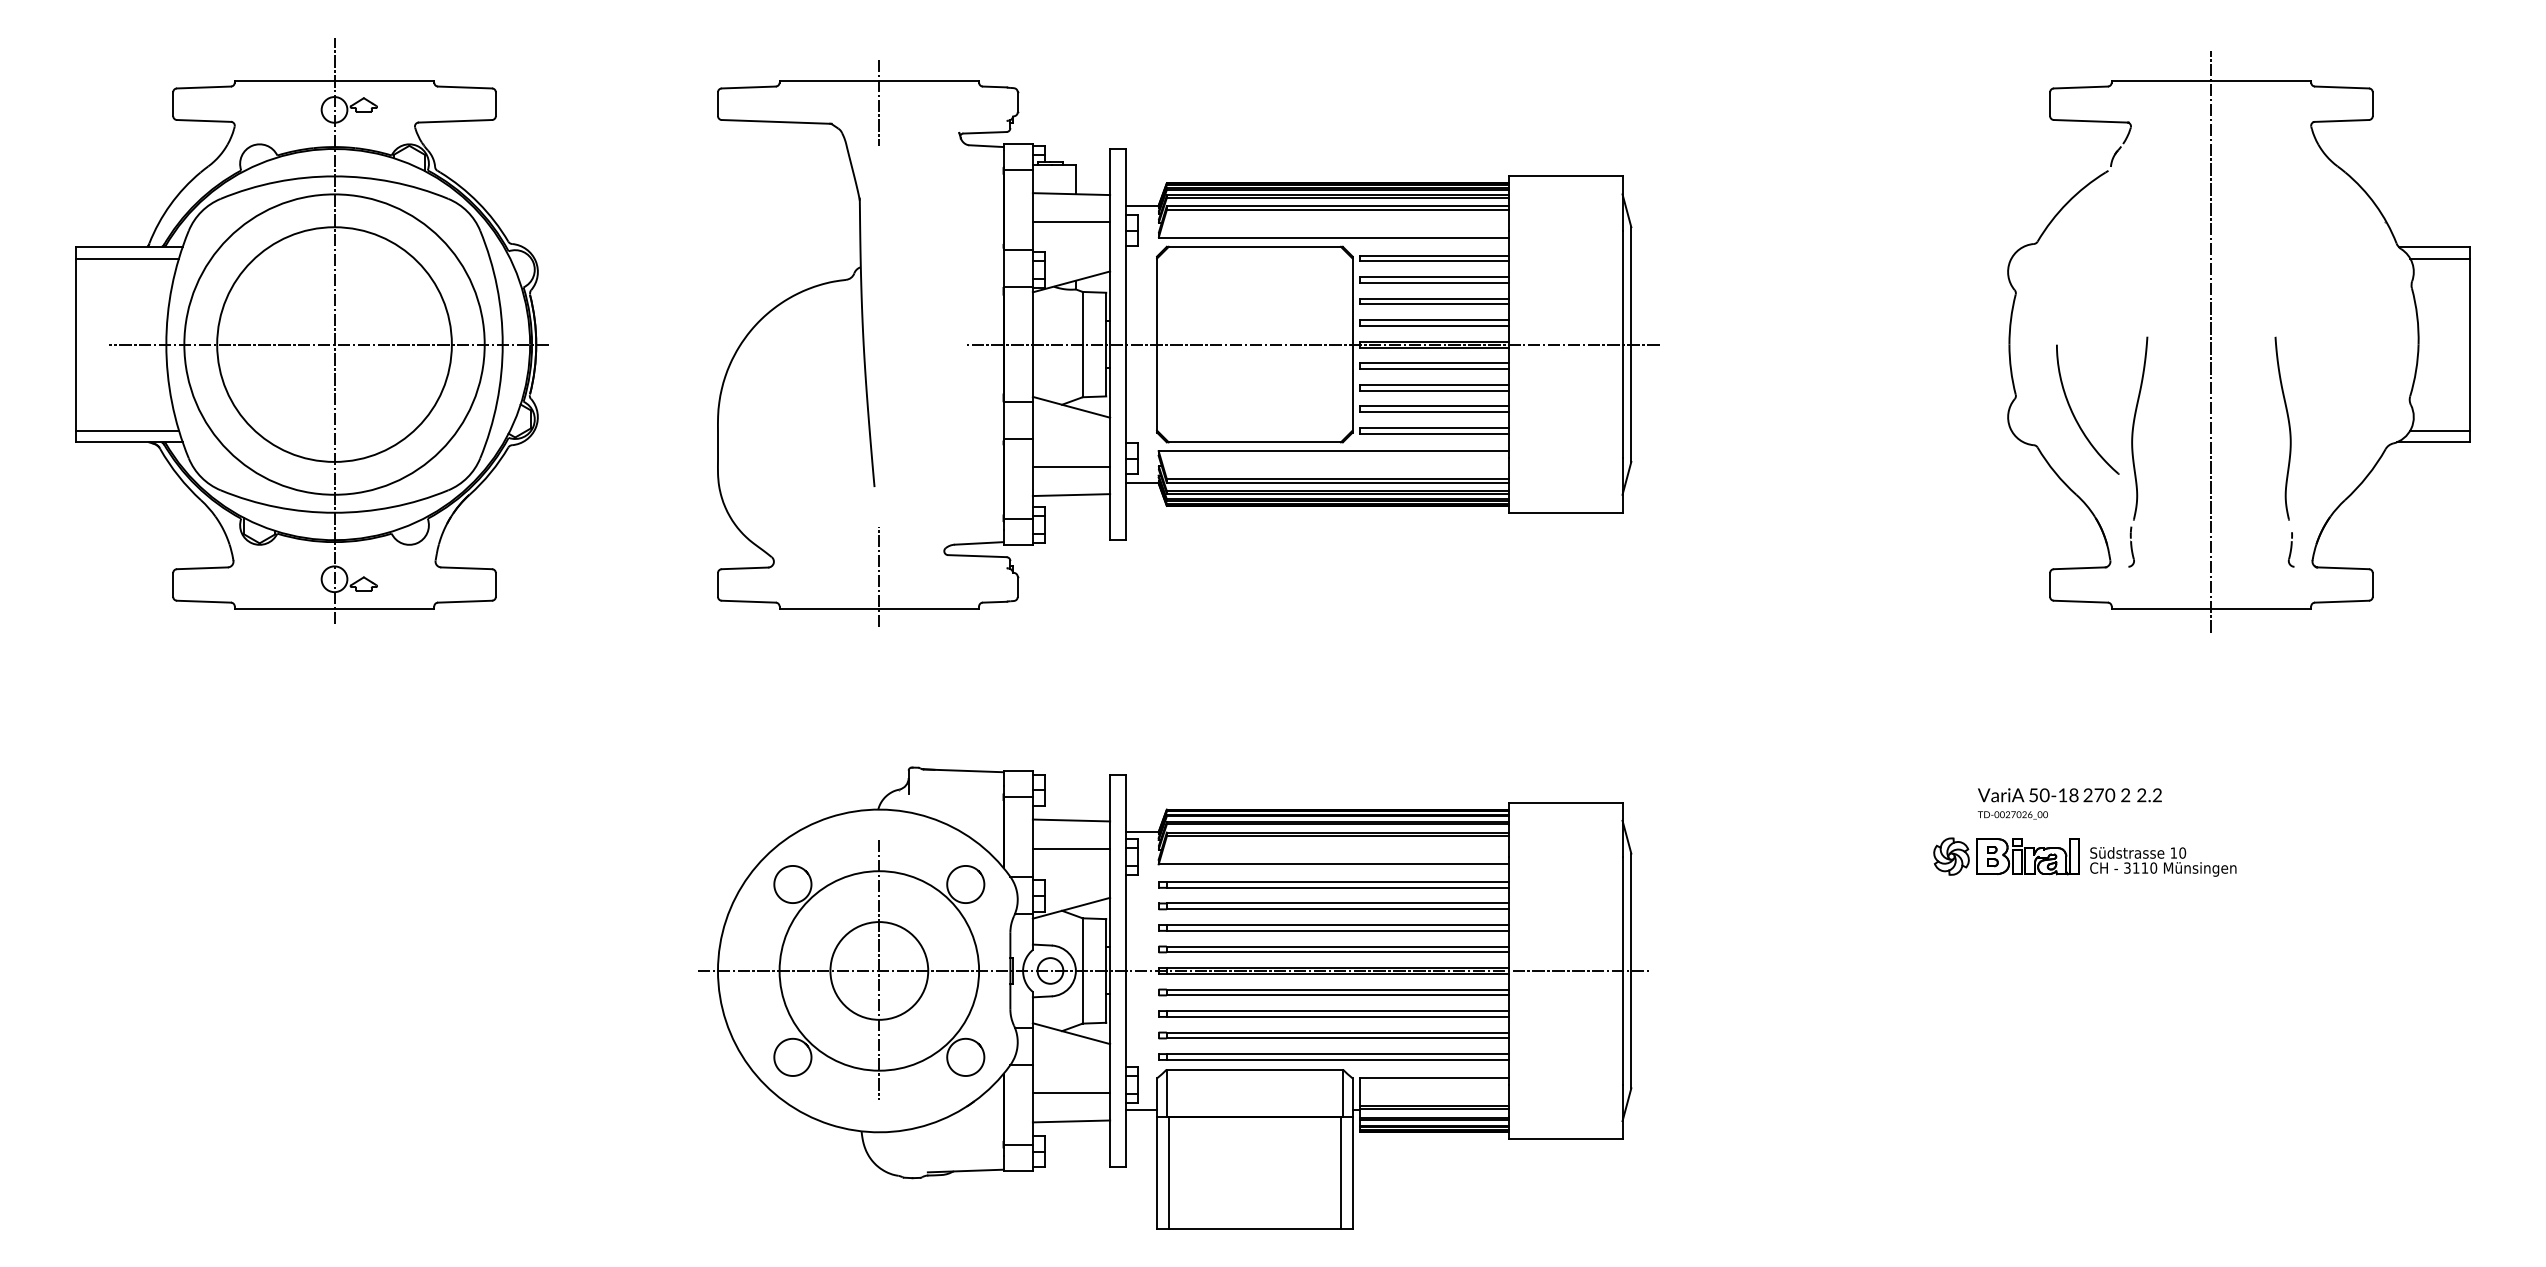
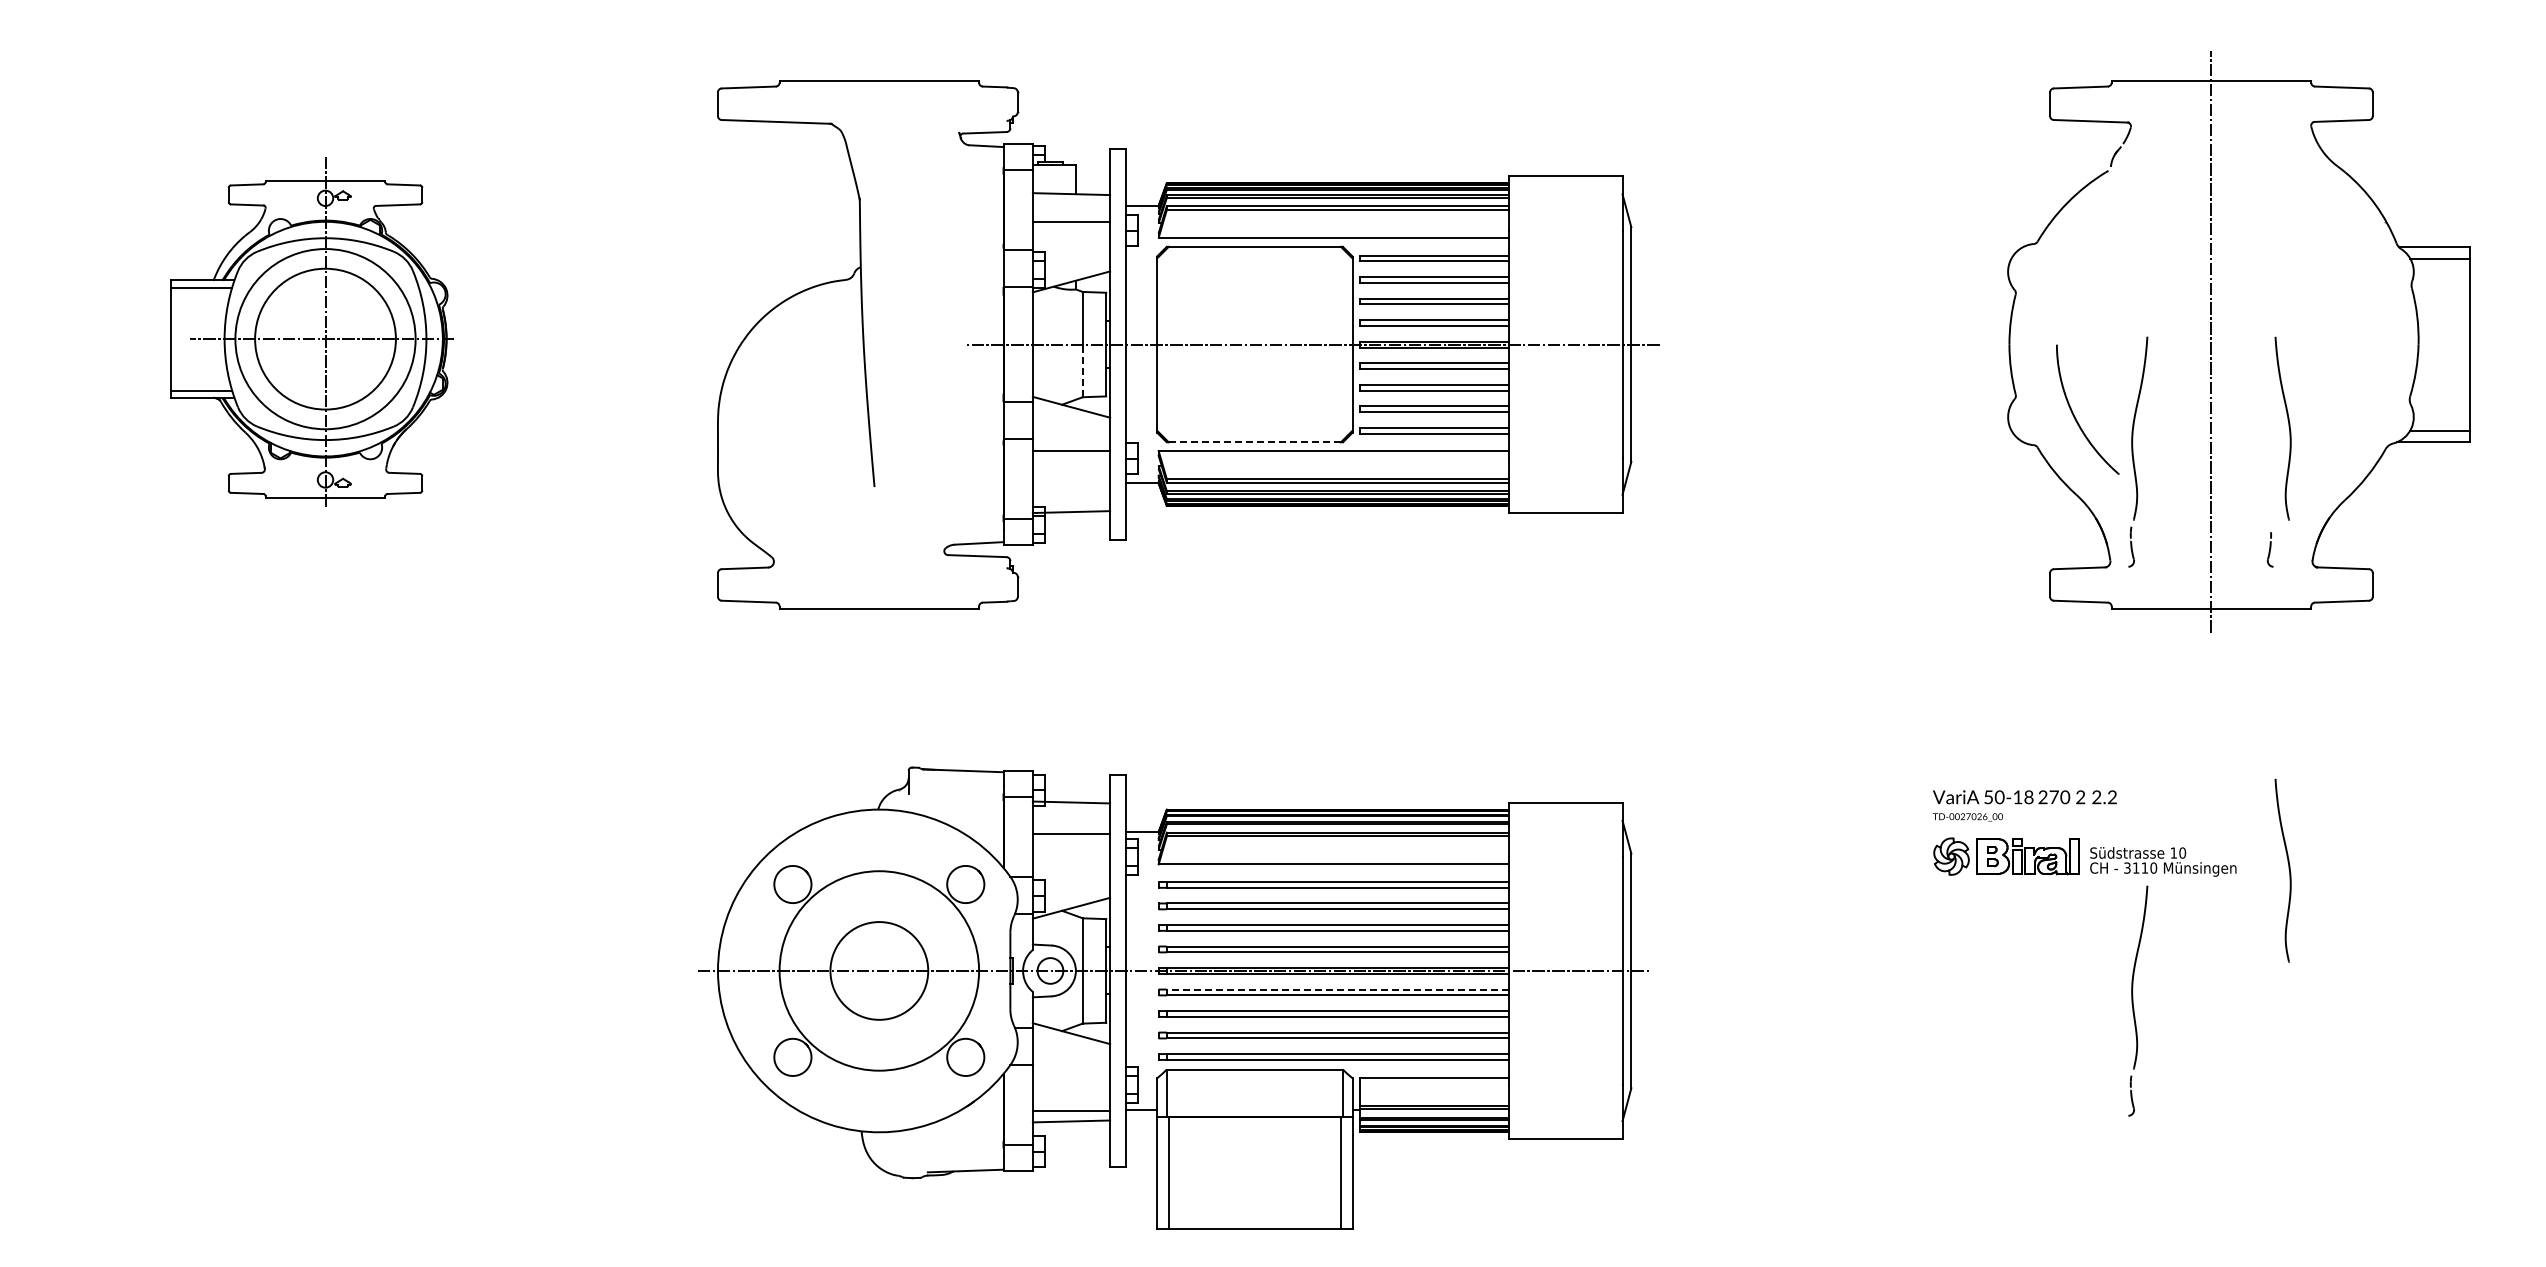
line at (879, 102): present -> none
part at (311, 330) size: 474x586 px -> 284x350 px
line at (1082, 370): solid -> dashed
line at (1255, 442): solid -> dashed
line at (1071, 466) position: (1071, 466) -> (1071, 450)
line at (1071, 495) position: (1071, 495) -> (1071, 512)
part at (2290, 549) position: (2290, 549) -> (2269, 549)
line at (879, 576): present -> none
text at (2069, 803) position: (2069, 803) -> (2024, 805)
line at (1071, 820) position: (1071, 820) -> (1071, 802)
line at (1071, 848) position: (1071, 848) -> (1071, 833)
part at (2288, 869): none -> present
line at (879, 969): present -> none
line at (1337, 989): solid -> dashed
part at (2138, 1000): none -> present
line at (1071, 1093) position: (1071, 1093) -> (1071, 1111)
